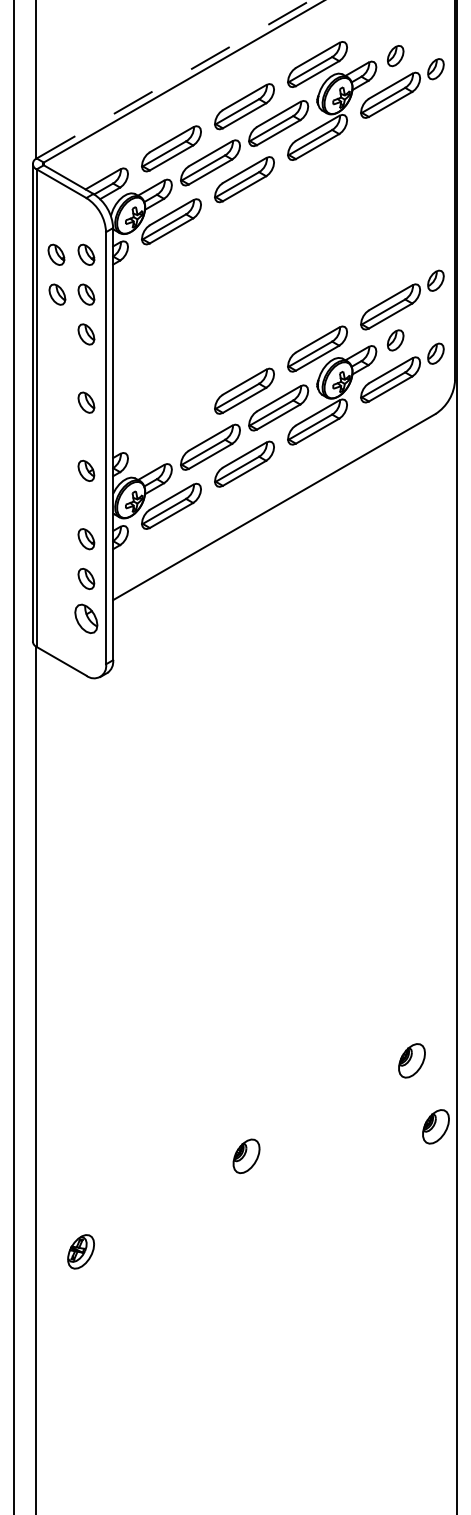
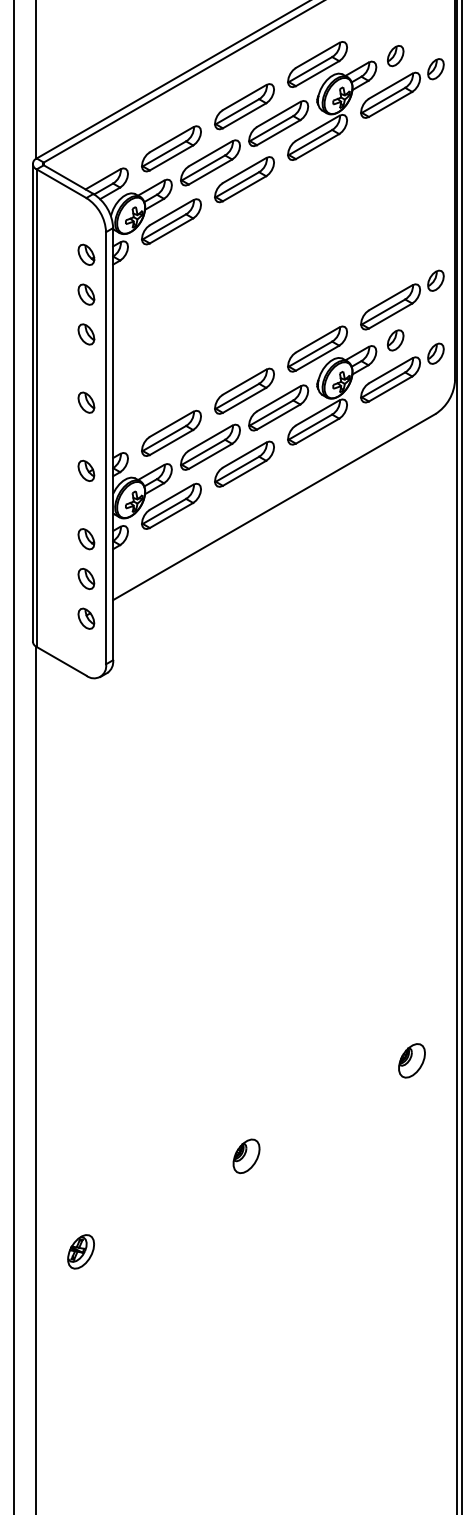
line at (174, 79): dashed -> solid
part at (56, 254): present -> none
part at (57, 294): present -> none
part at (171, 432): none -> present
part at (86, 618) size: 25x31 px -> 19x23 px
line at (461, 756): none -> present
part at (435, 1126): present -> none
